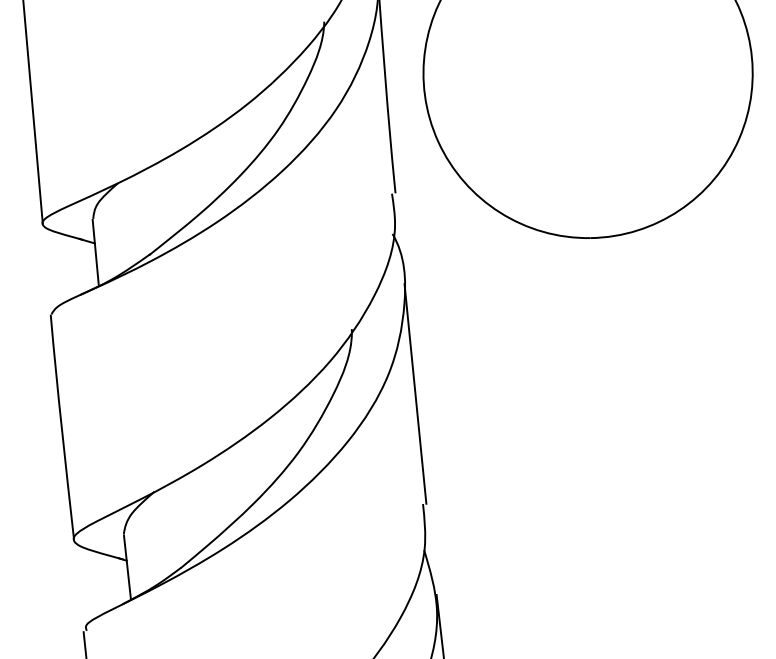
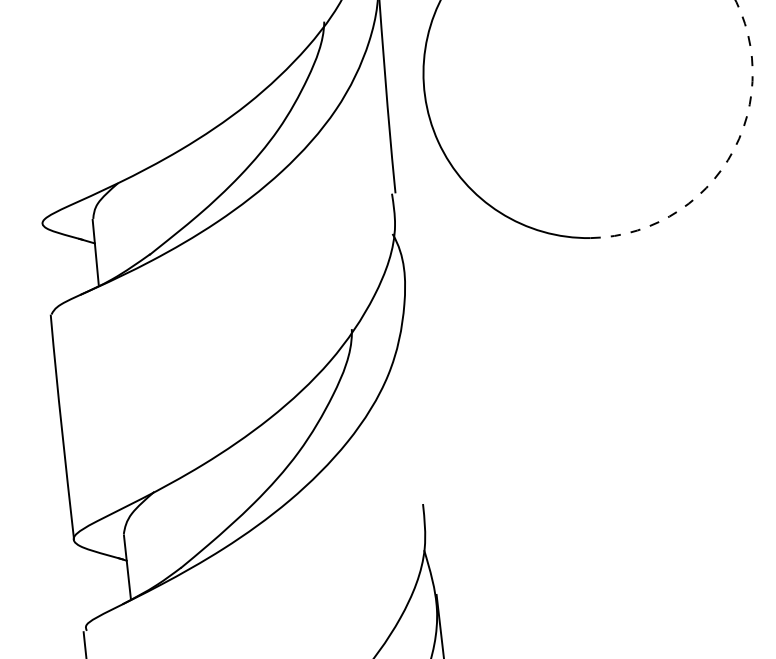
line at (32, 112): present -> none
arc at (729, 158): solid -> dashed
line at (415, 393): present -> none
